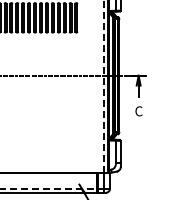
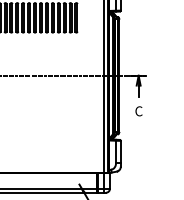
line at (103, 86): dashed -> solid
line at (48, 188): dashed -> solid
